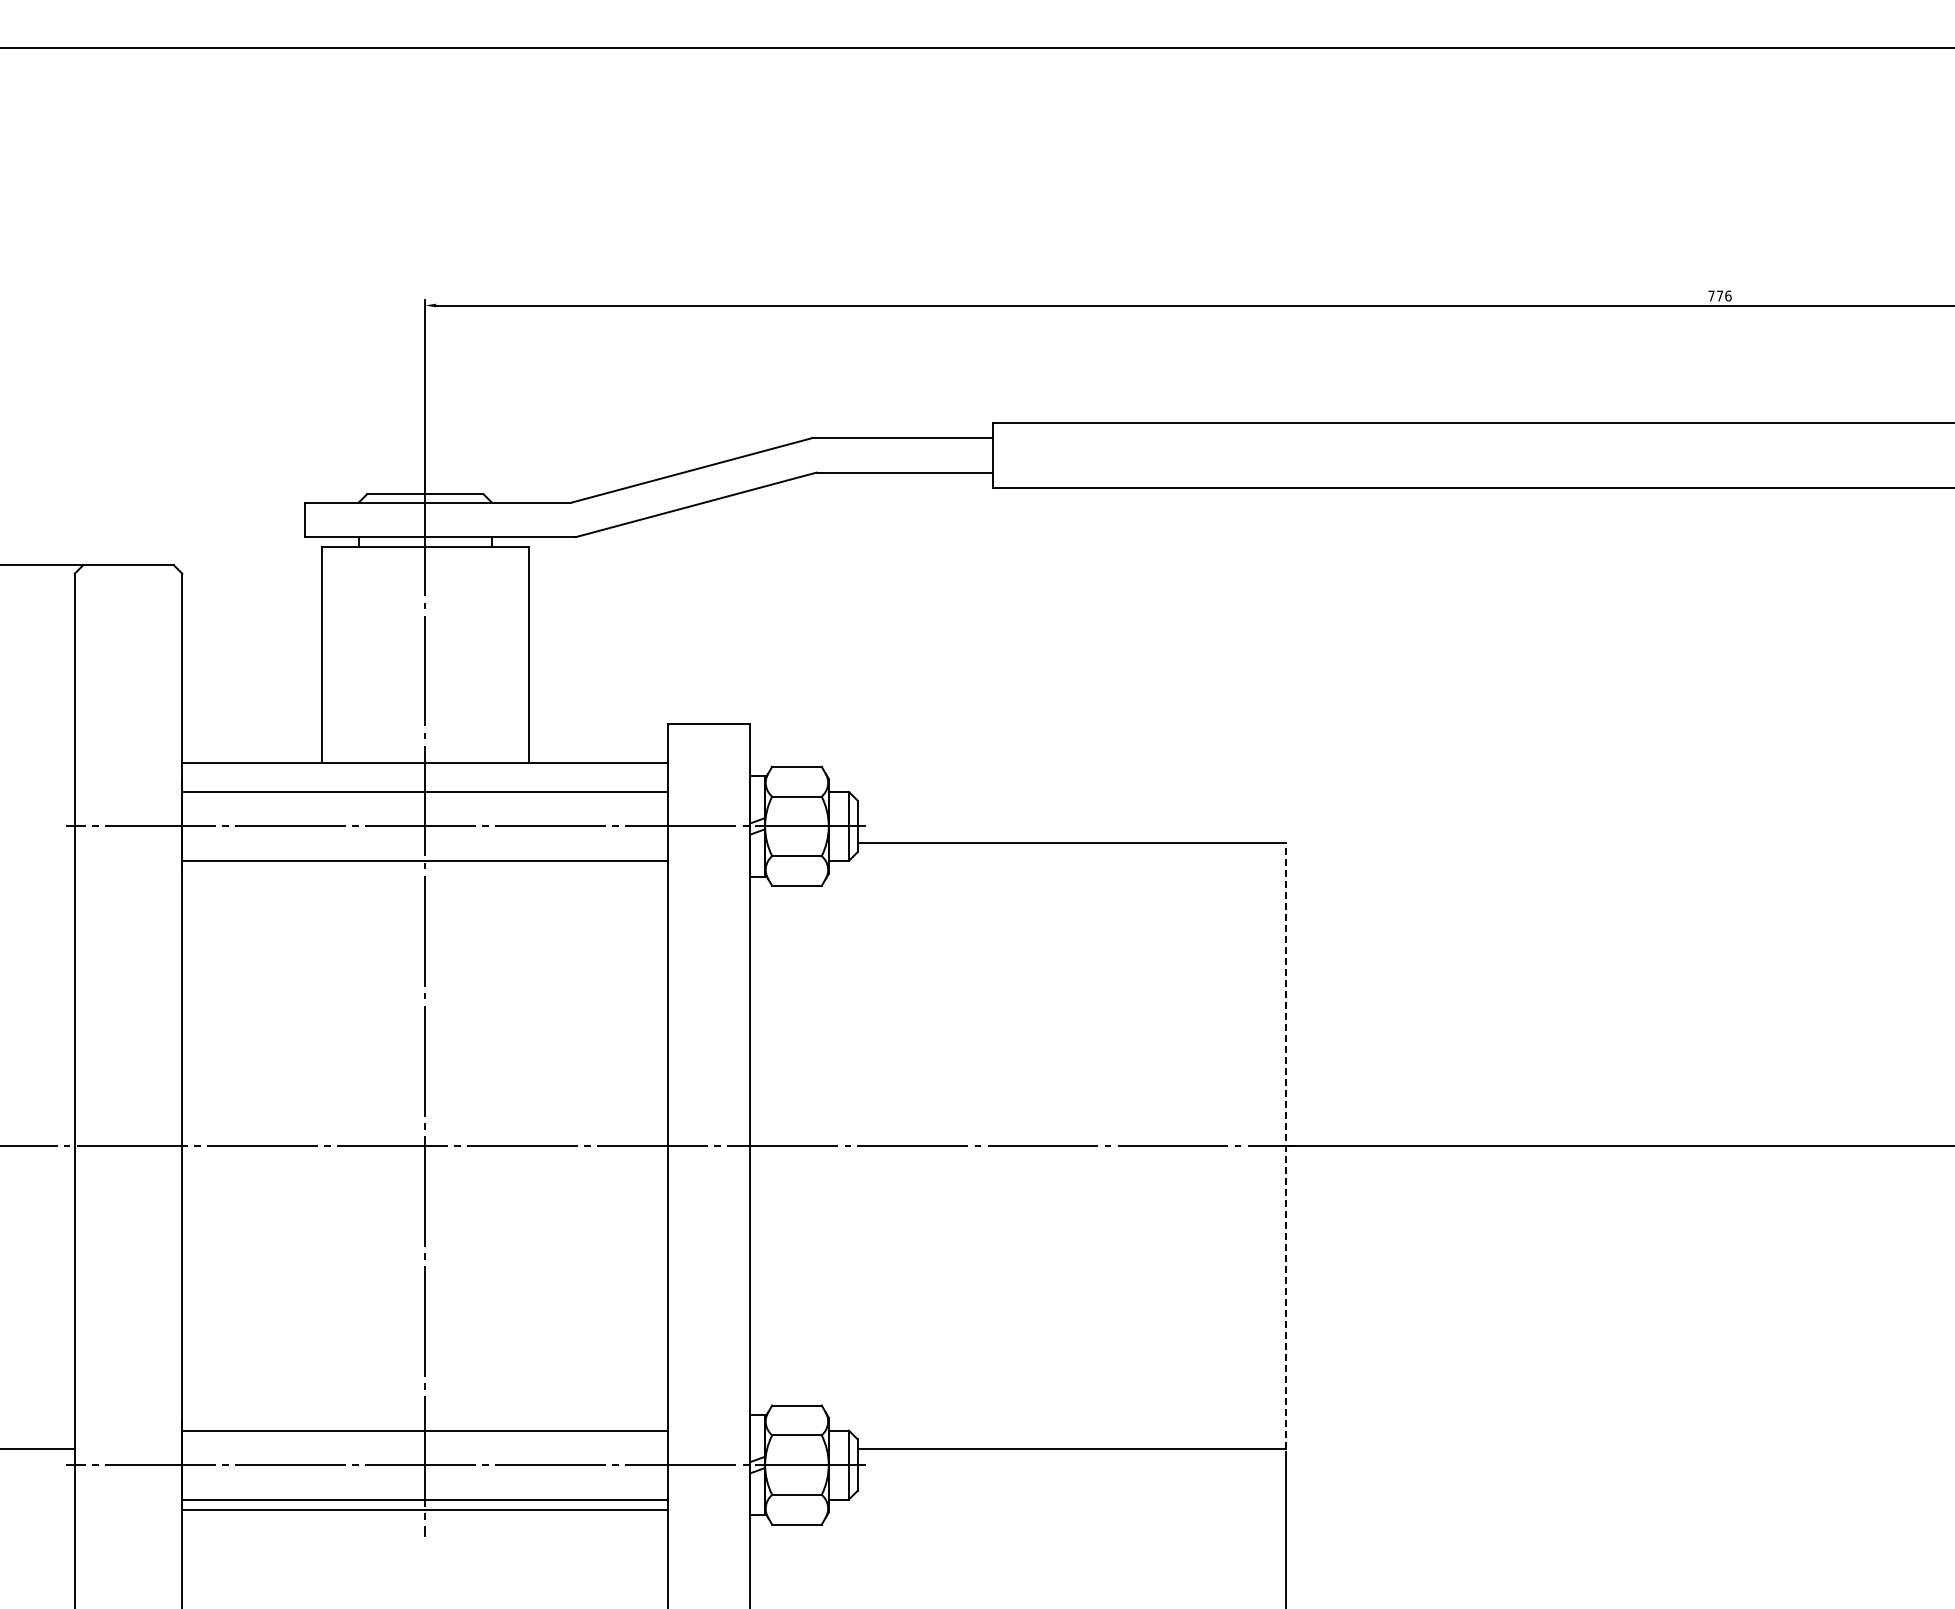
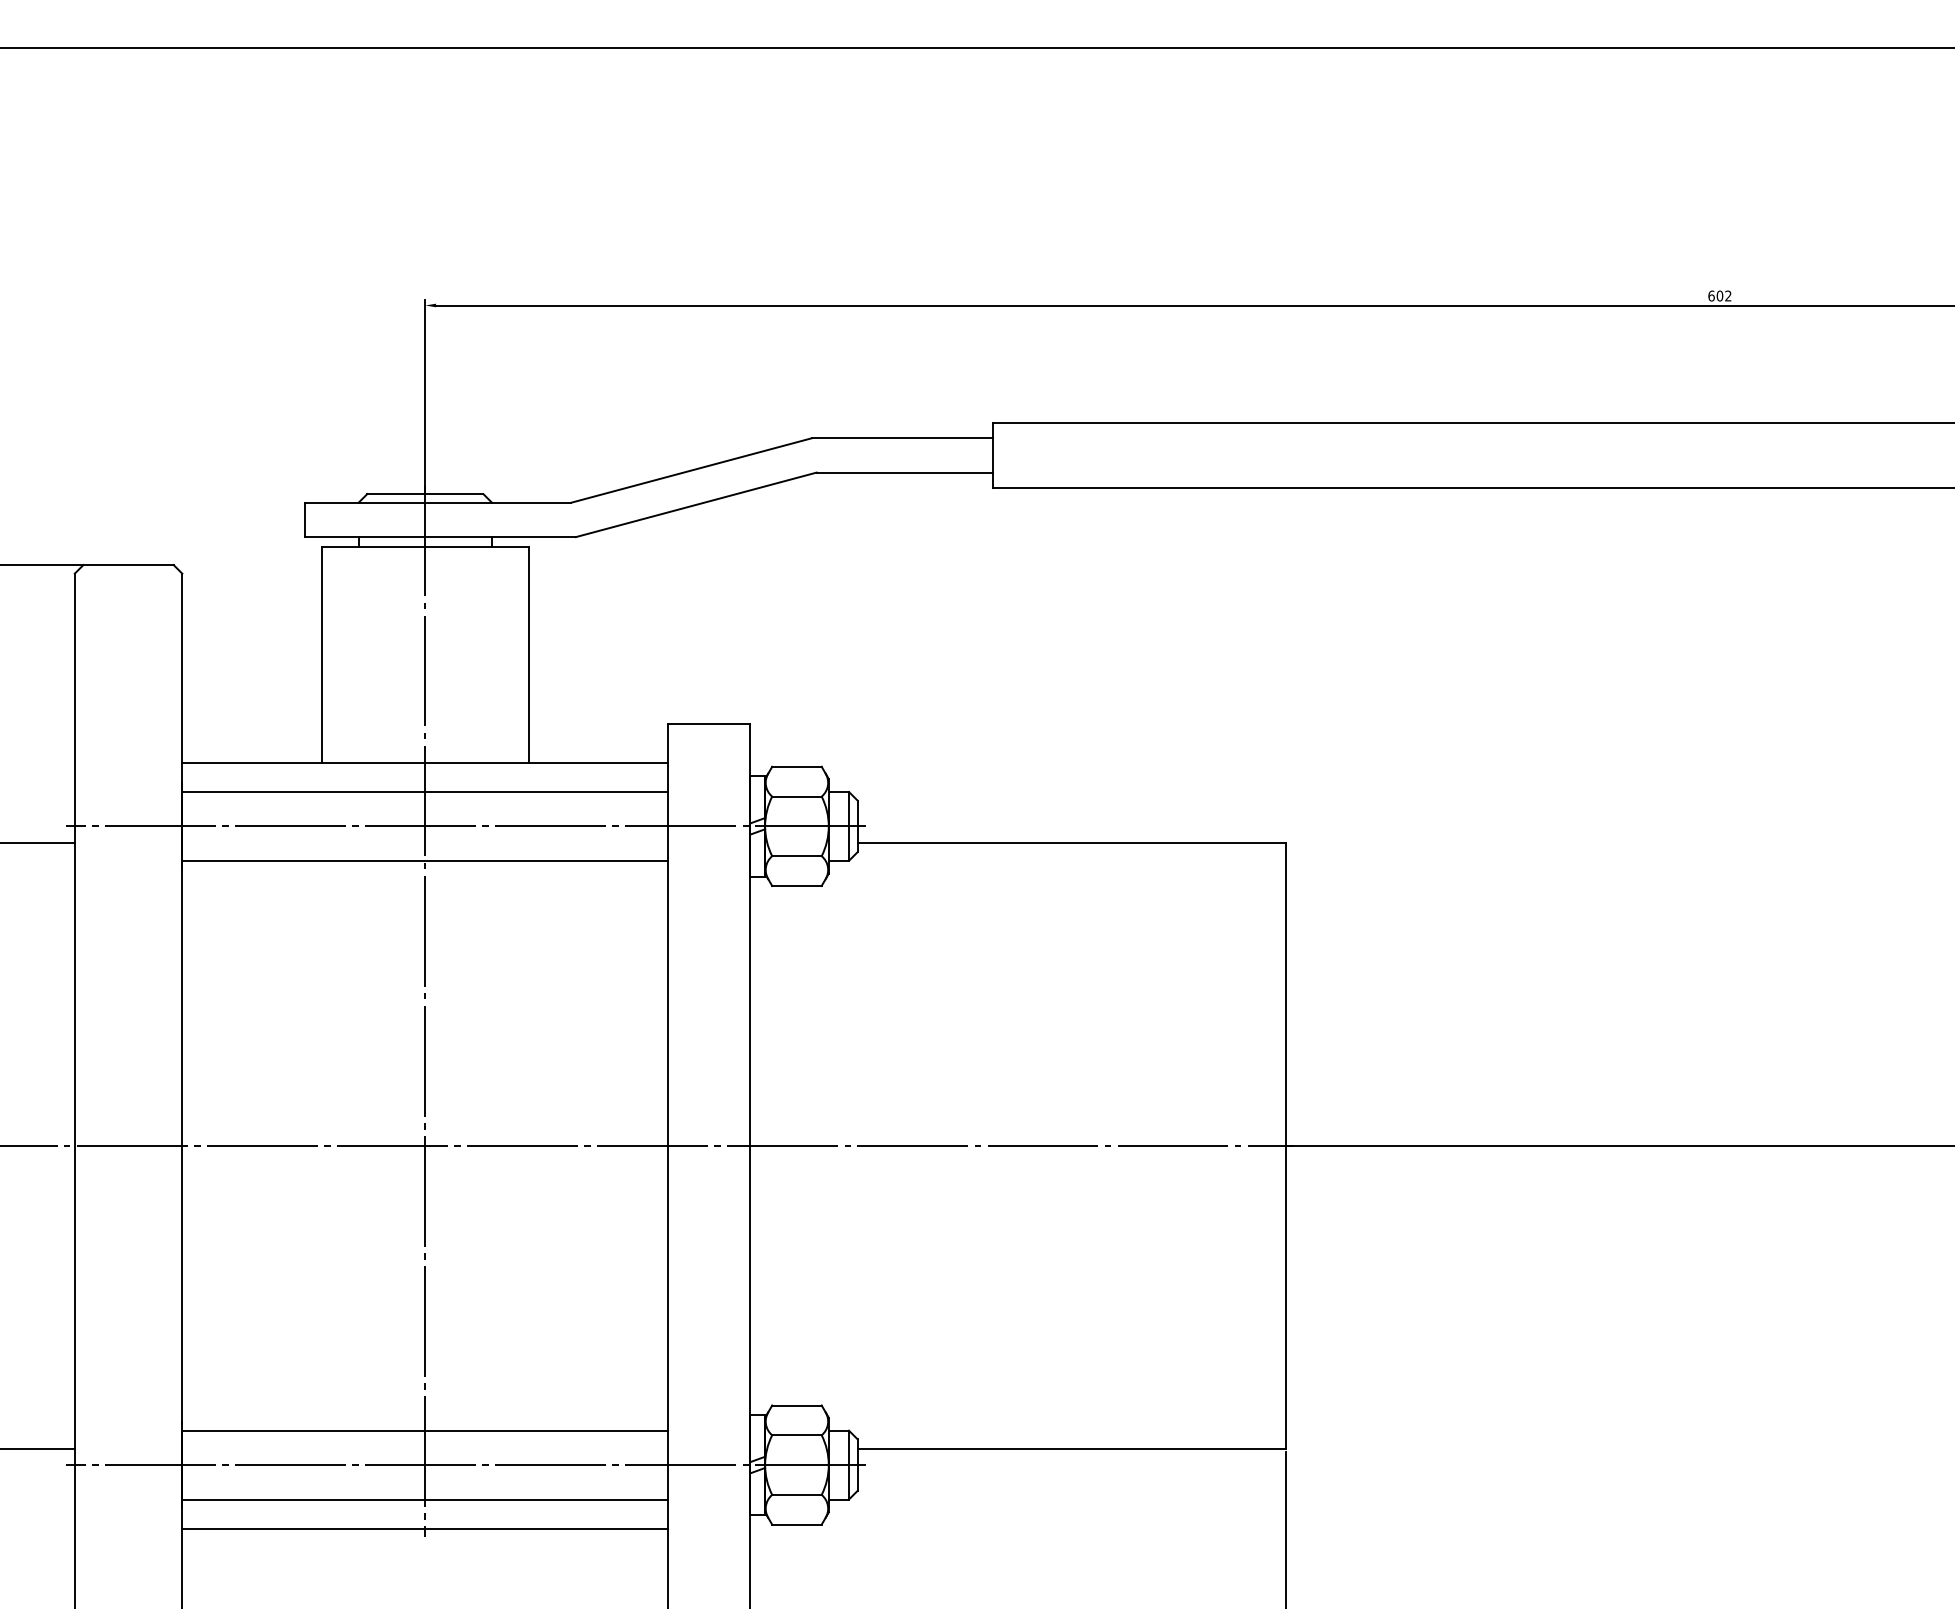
text at (1719, 295): 776 -> 602
line at (38, 842): none -> present
line at (1285, 1145): dashed -> solid
line at (425, 1509) position: (425, 1509) -> (425, 1528)
